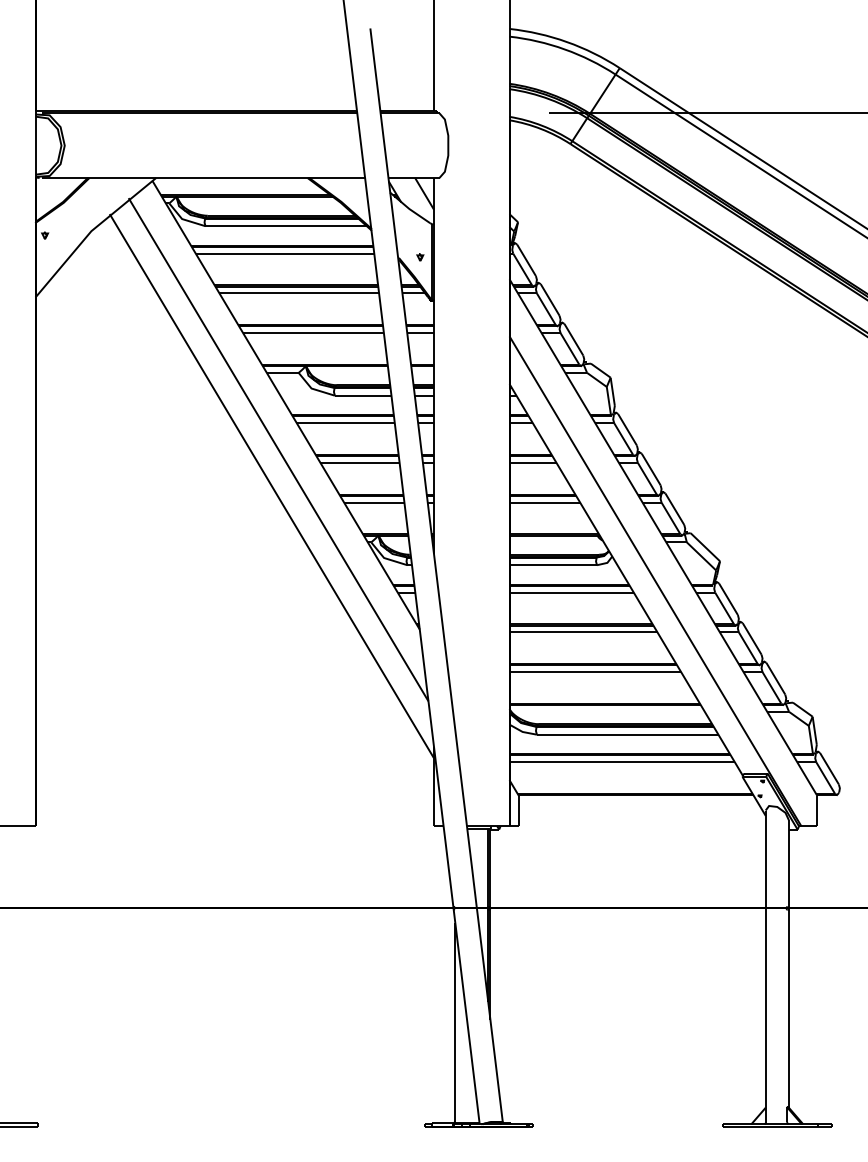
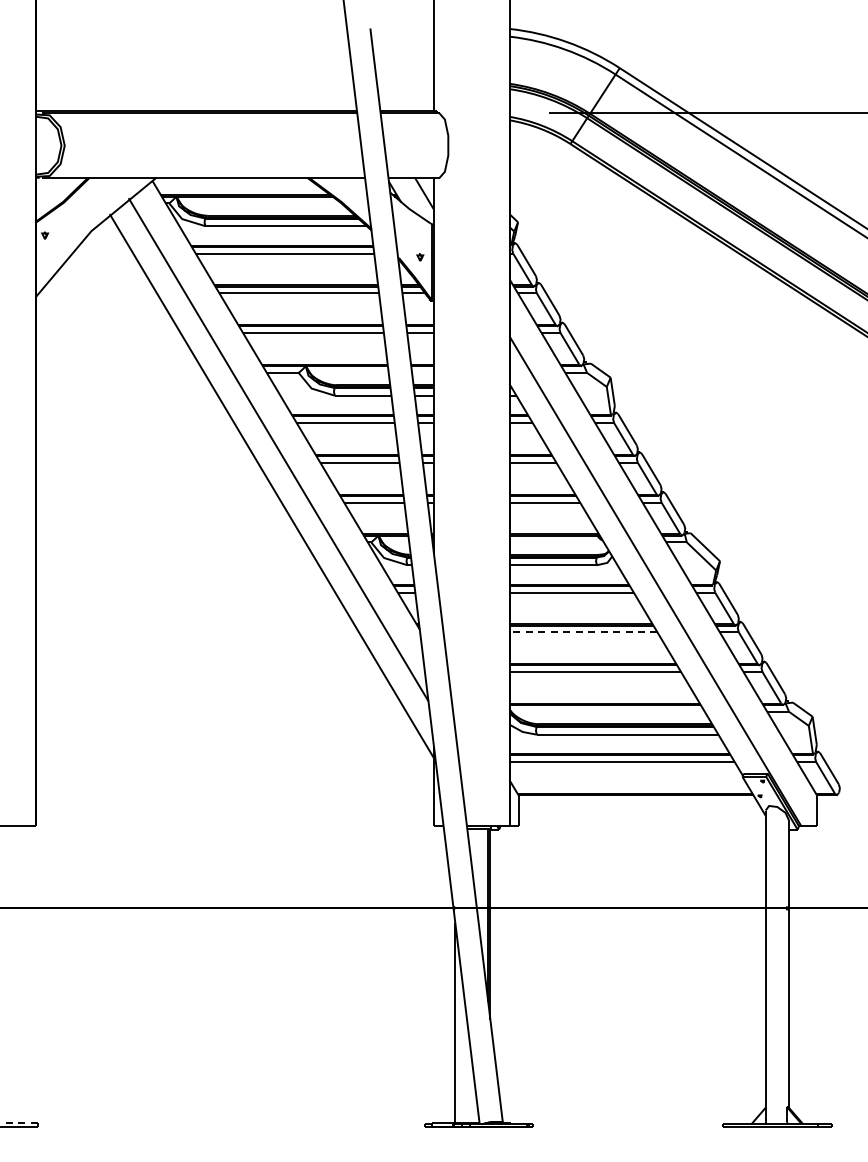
line at (583, 632): solid -> dashed
line at (18, 1122): solid -> dashed
